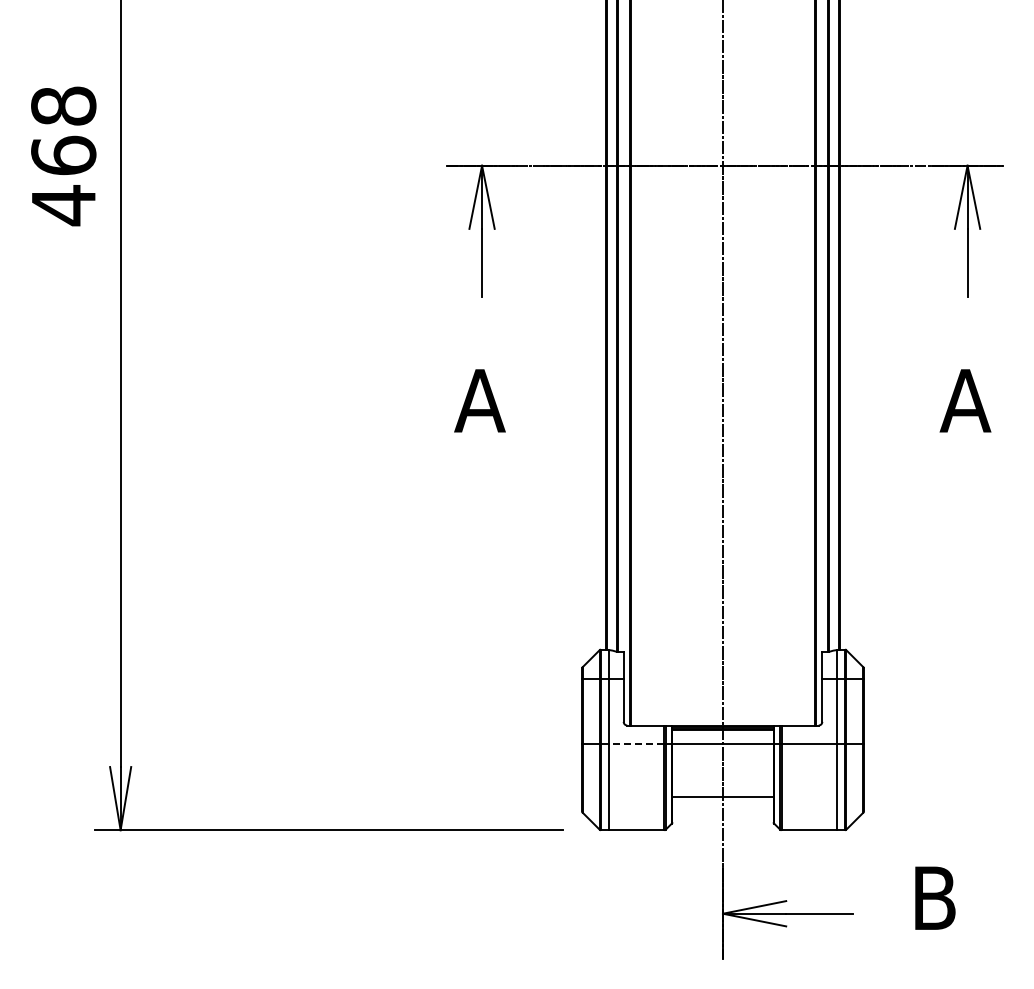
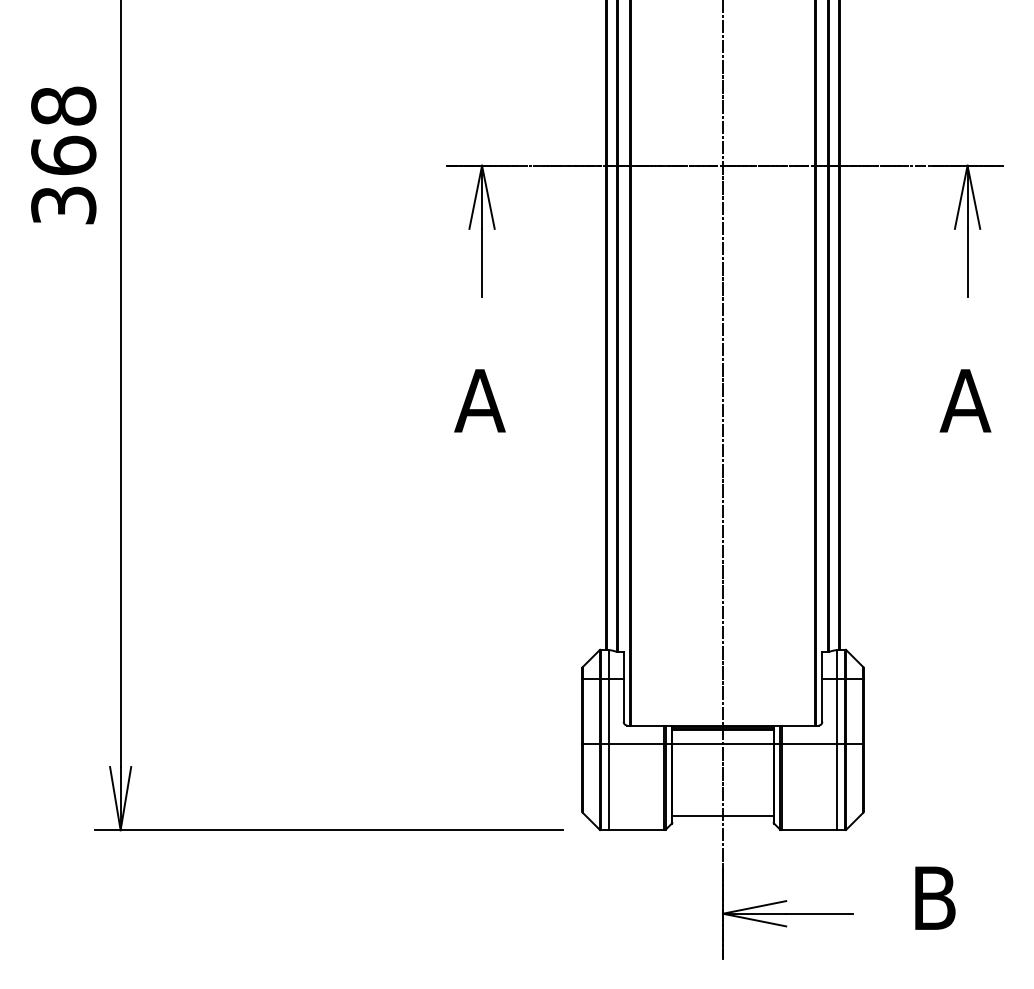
text at (63, 205): 468 -> 368
line at (636, 743): dashed -> solid
line at (722, 796) position: (722, 796) -> (722, 815)
